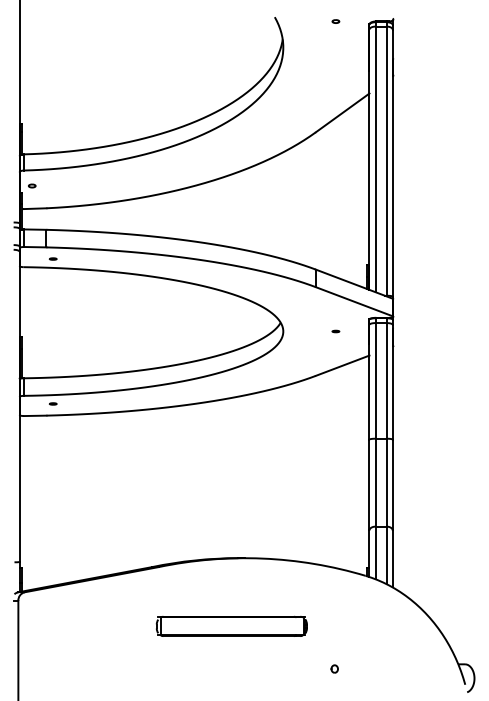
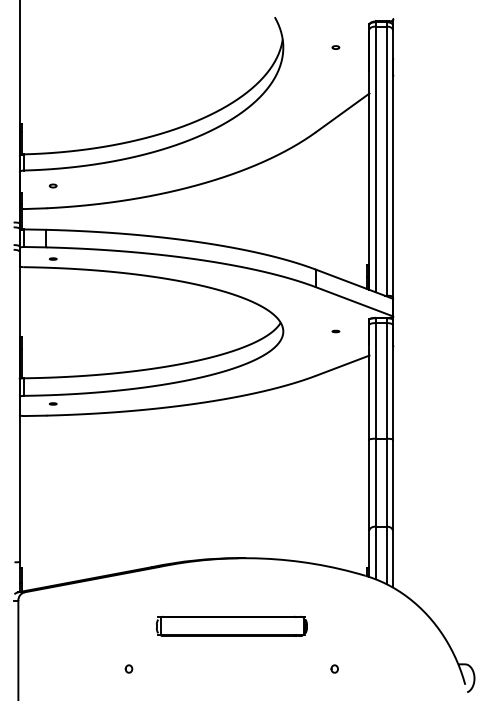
part at (335, 21) position: (335, 21) -> (335, 47)
part at (32, 185) position: (32, 185) -> (53, 185)
part at (128, 668): none -> present
